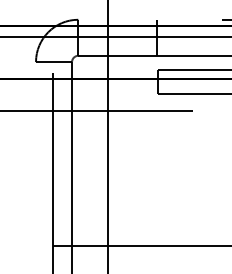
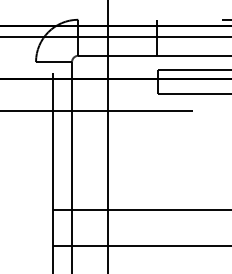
line at (140, 210): none -> present
